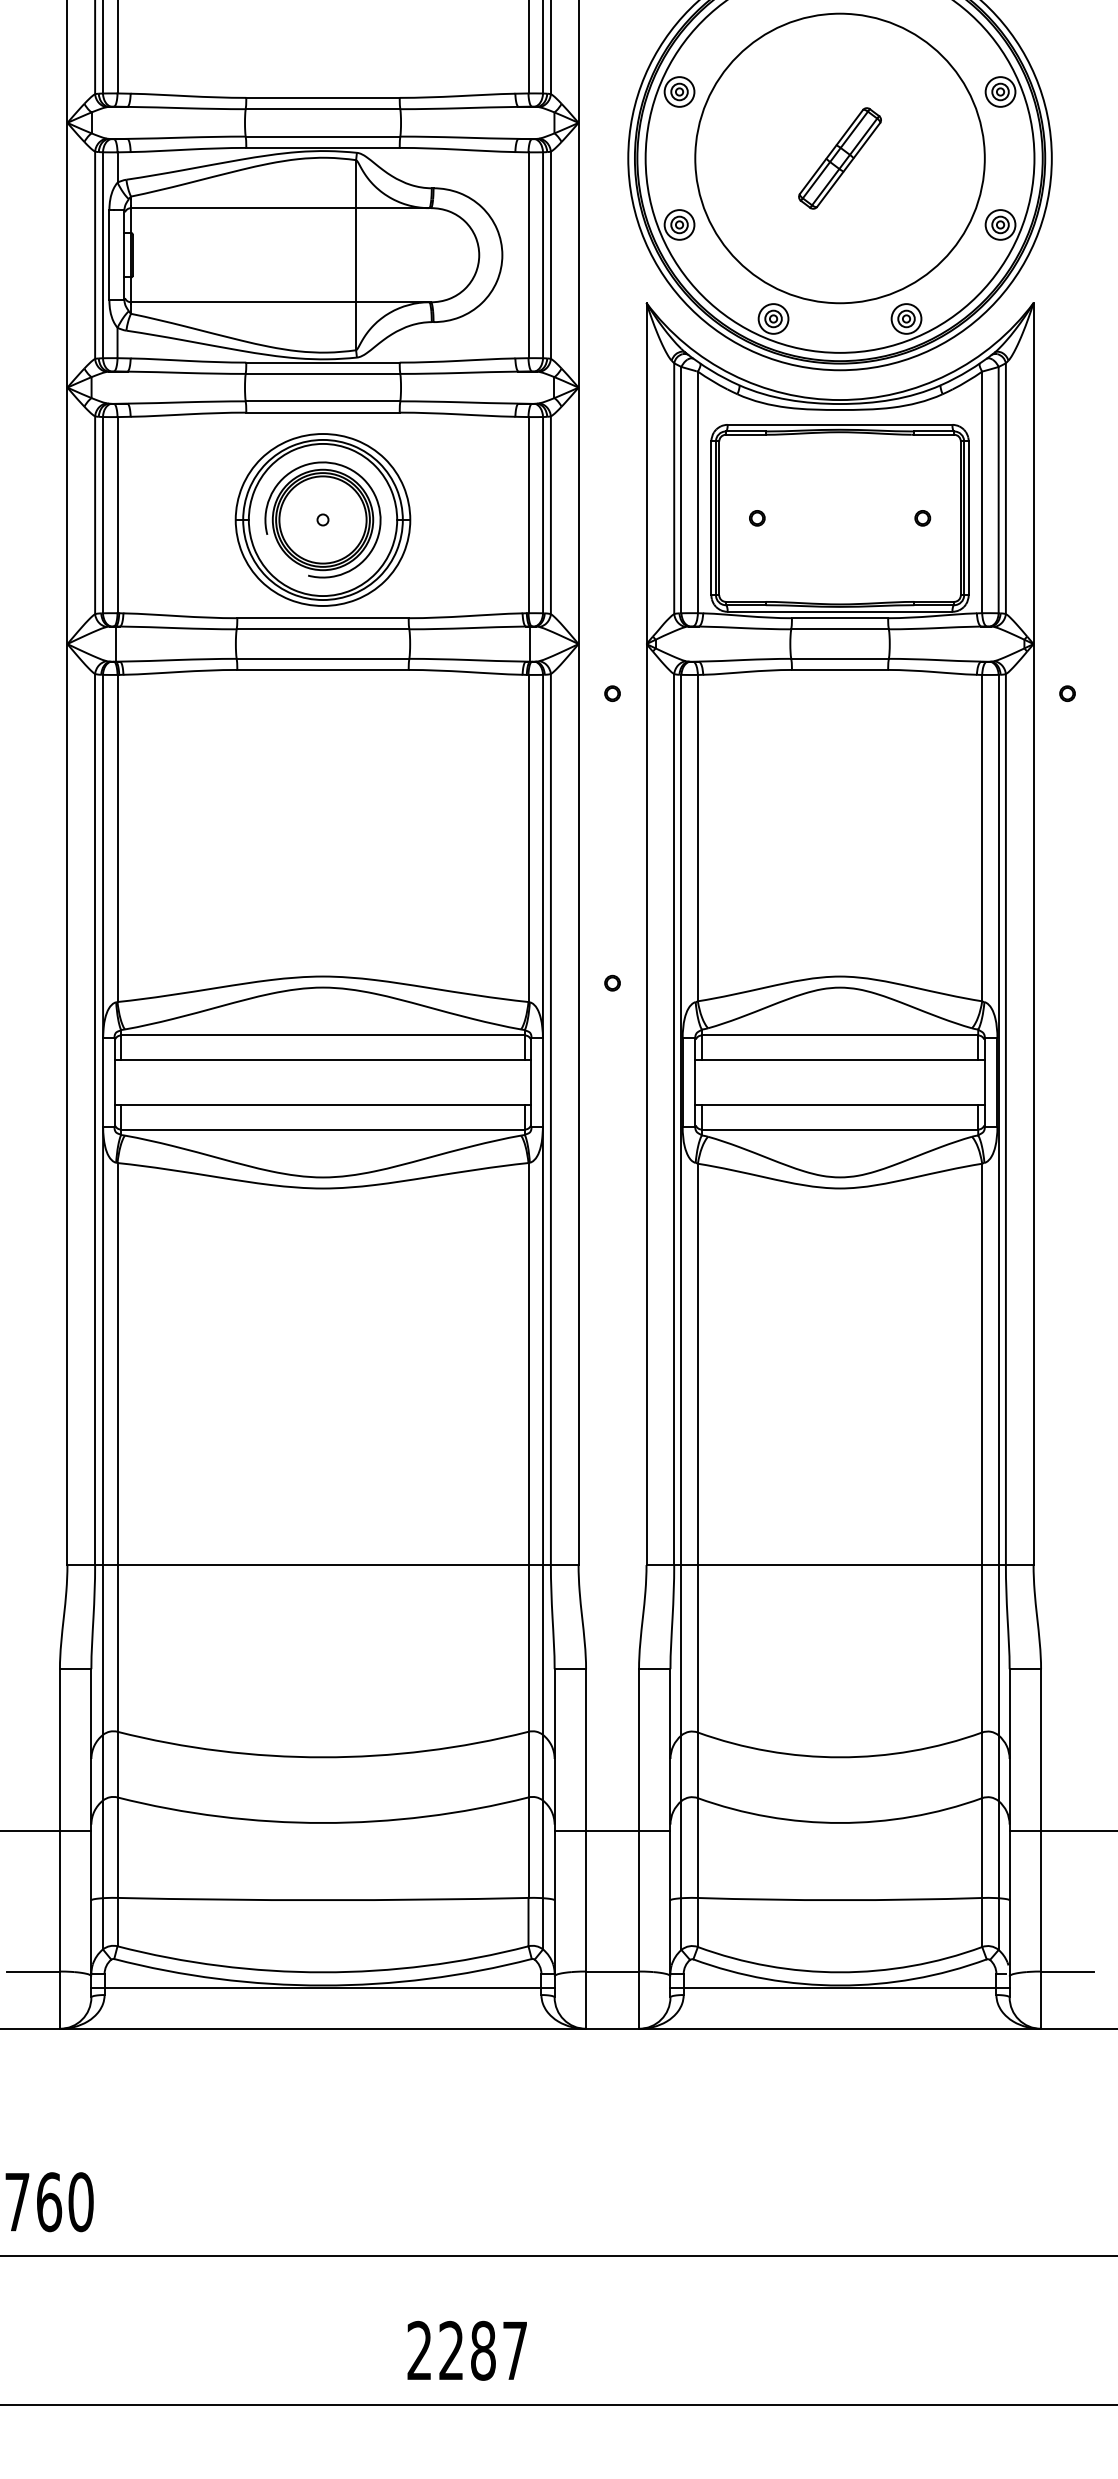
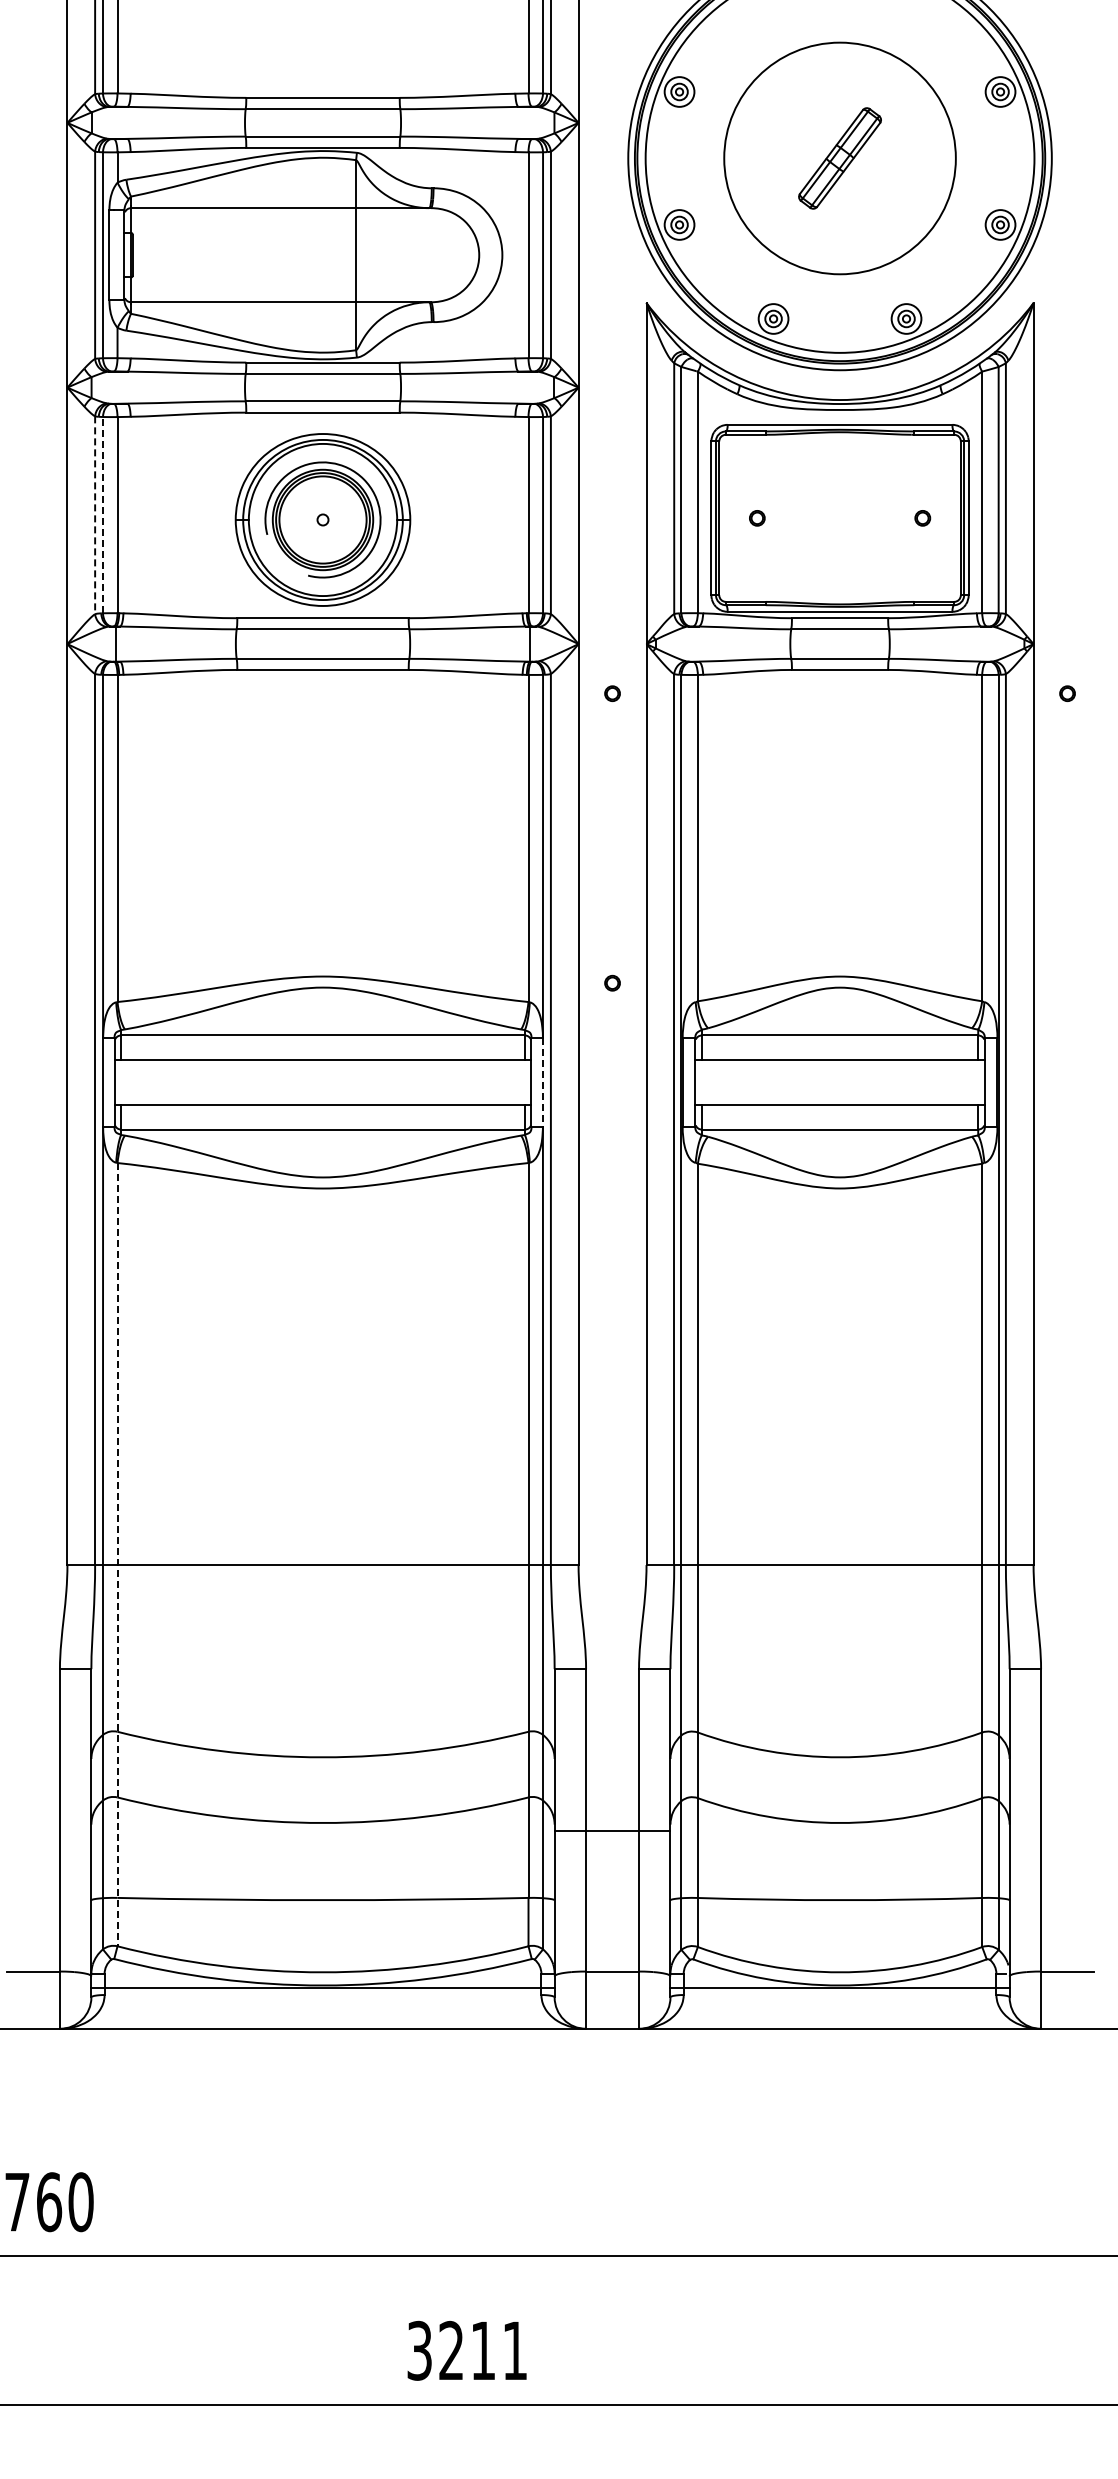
circle at (839, 158) diameter: 290 px -> 232 px
line at (102, 514): solid -> dashed
line at (95, 515): solid -> dashed
line at (542, 1082): solid -> dashed
line at (117, 1554): solid -> dashed
line at (46, 1830): present -> none
line at (1061, 1830): present -> none
text at (466, 2350): 2287 -> 3211
